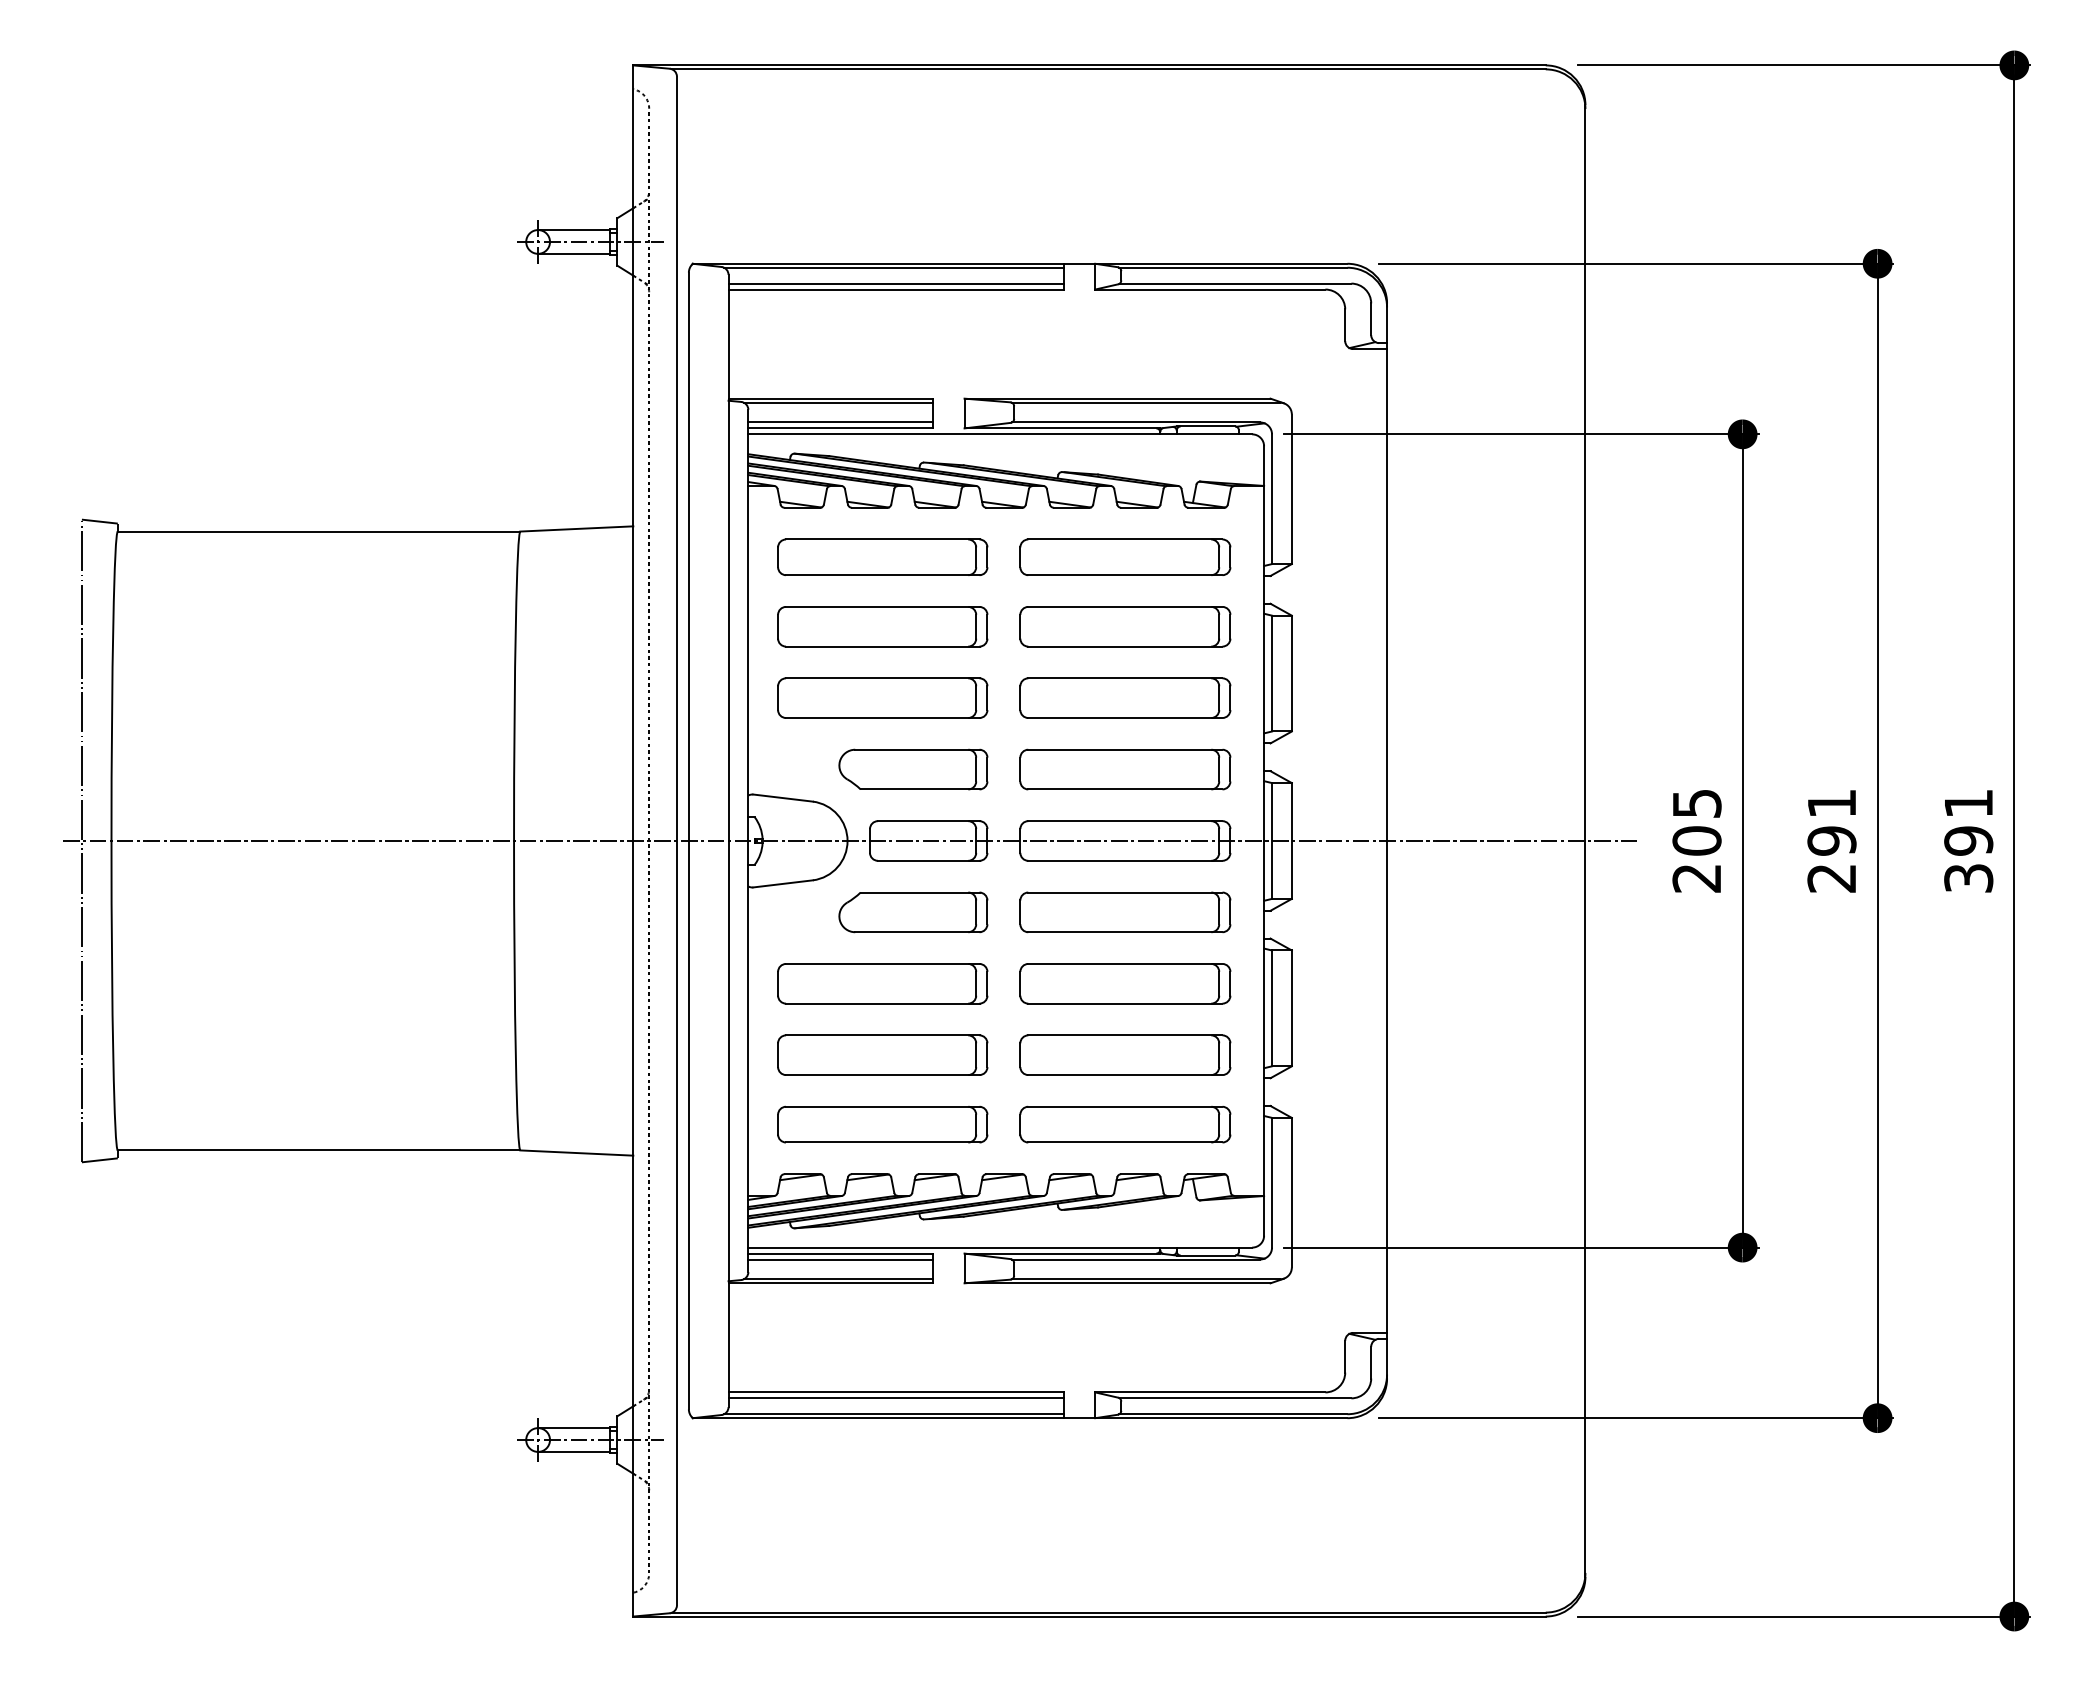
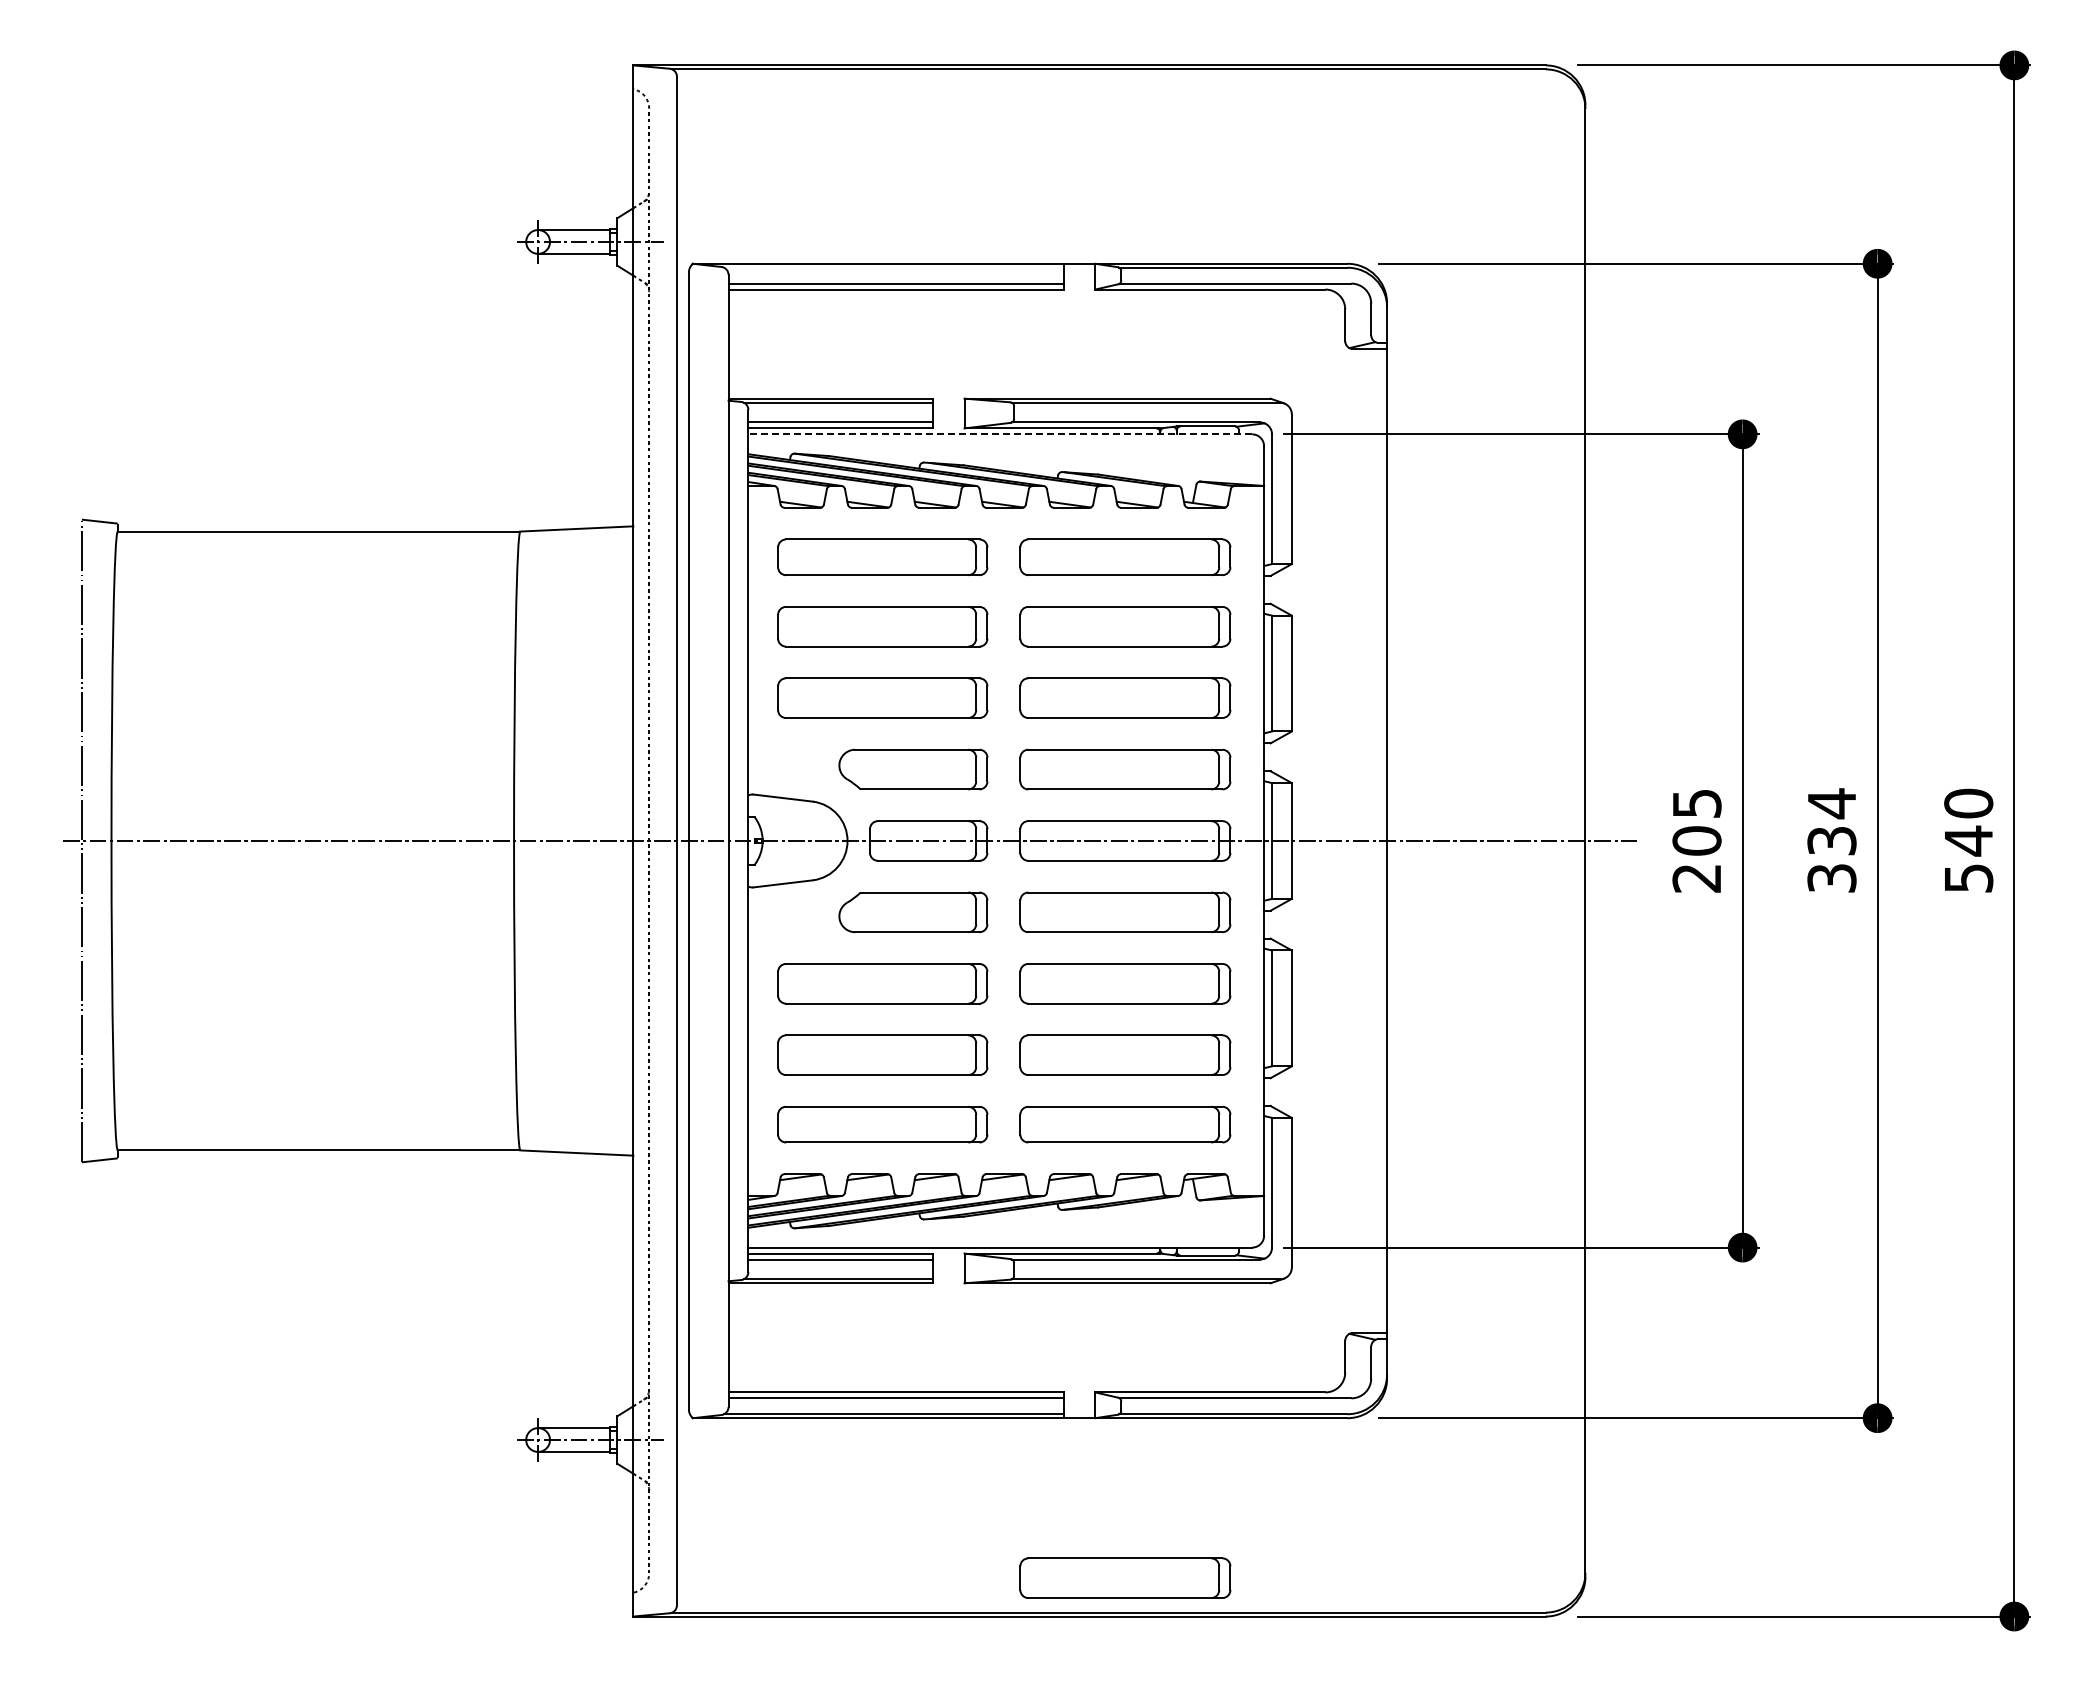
line at (893, 267): present -> none
line at (1000, 434): solid -> dashed
text at (1831, 840): 291 -> 334
text at (1968, 840): 391 -> 540
part at (1125, 1577): none -> present
